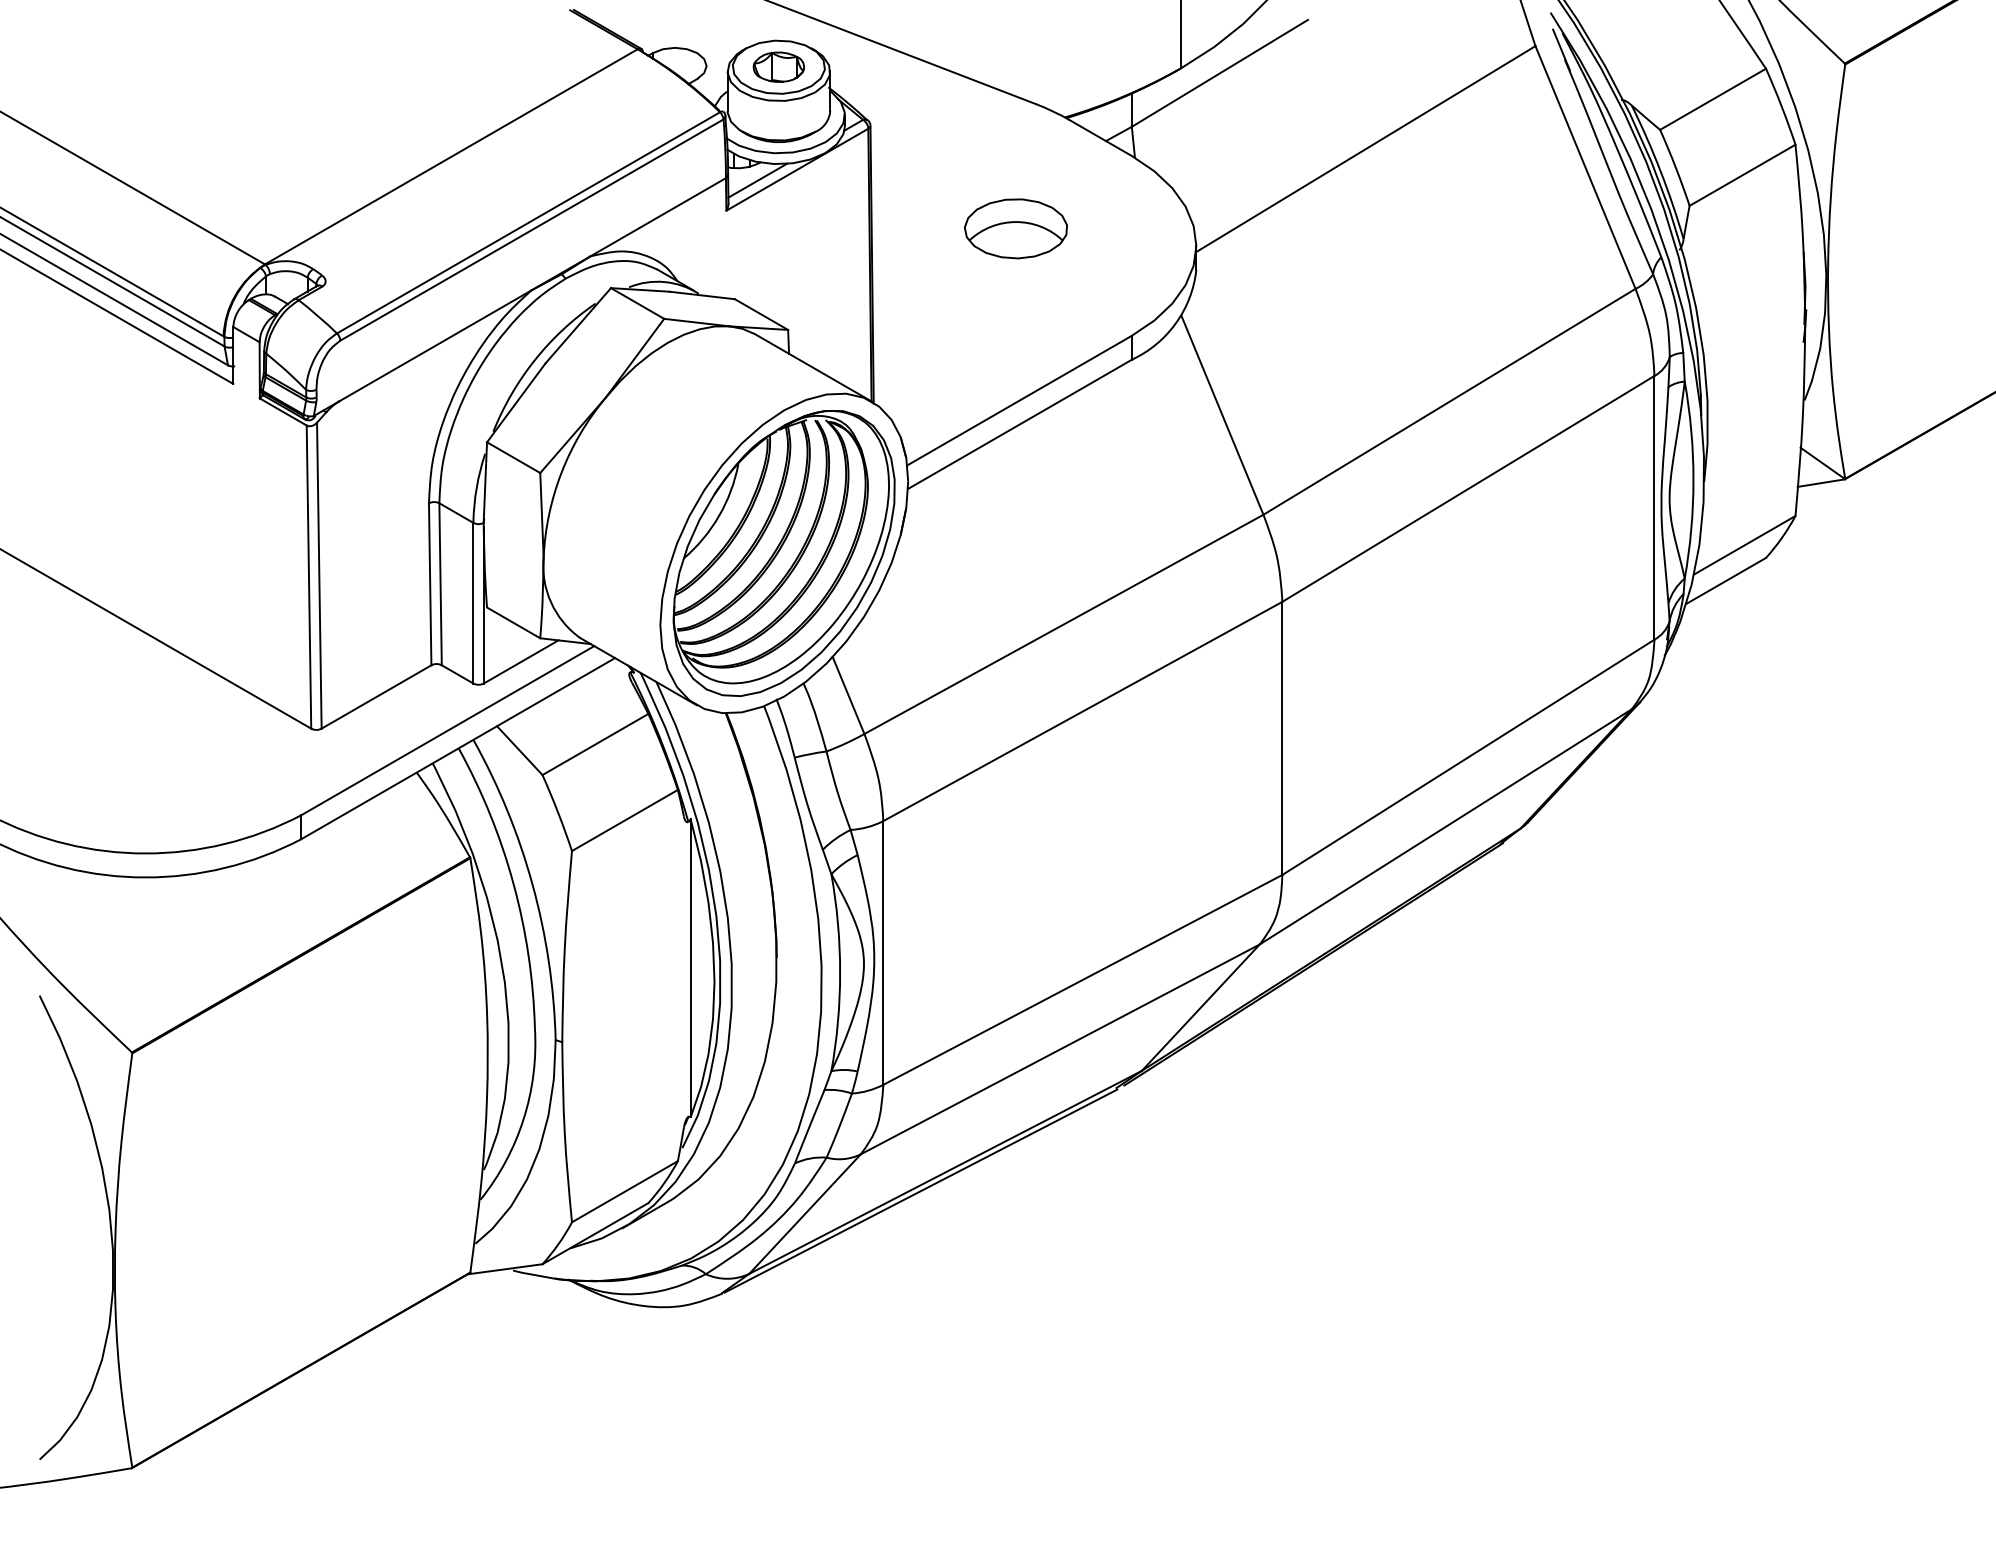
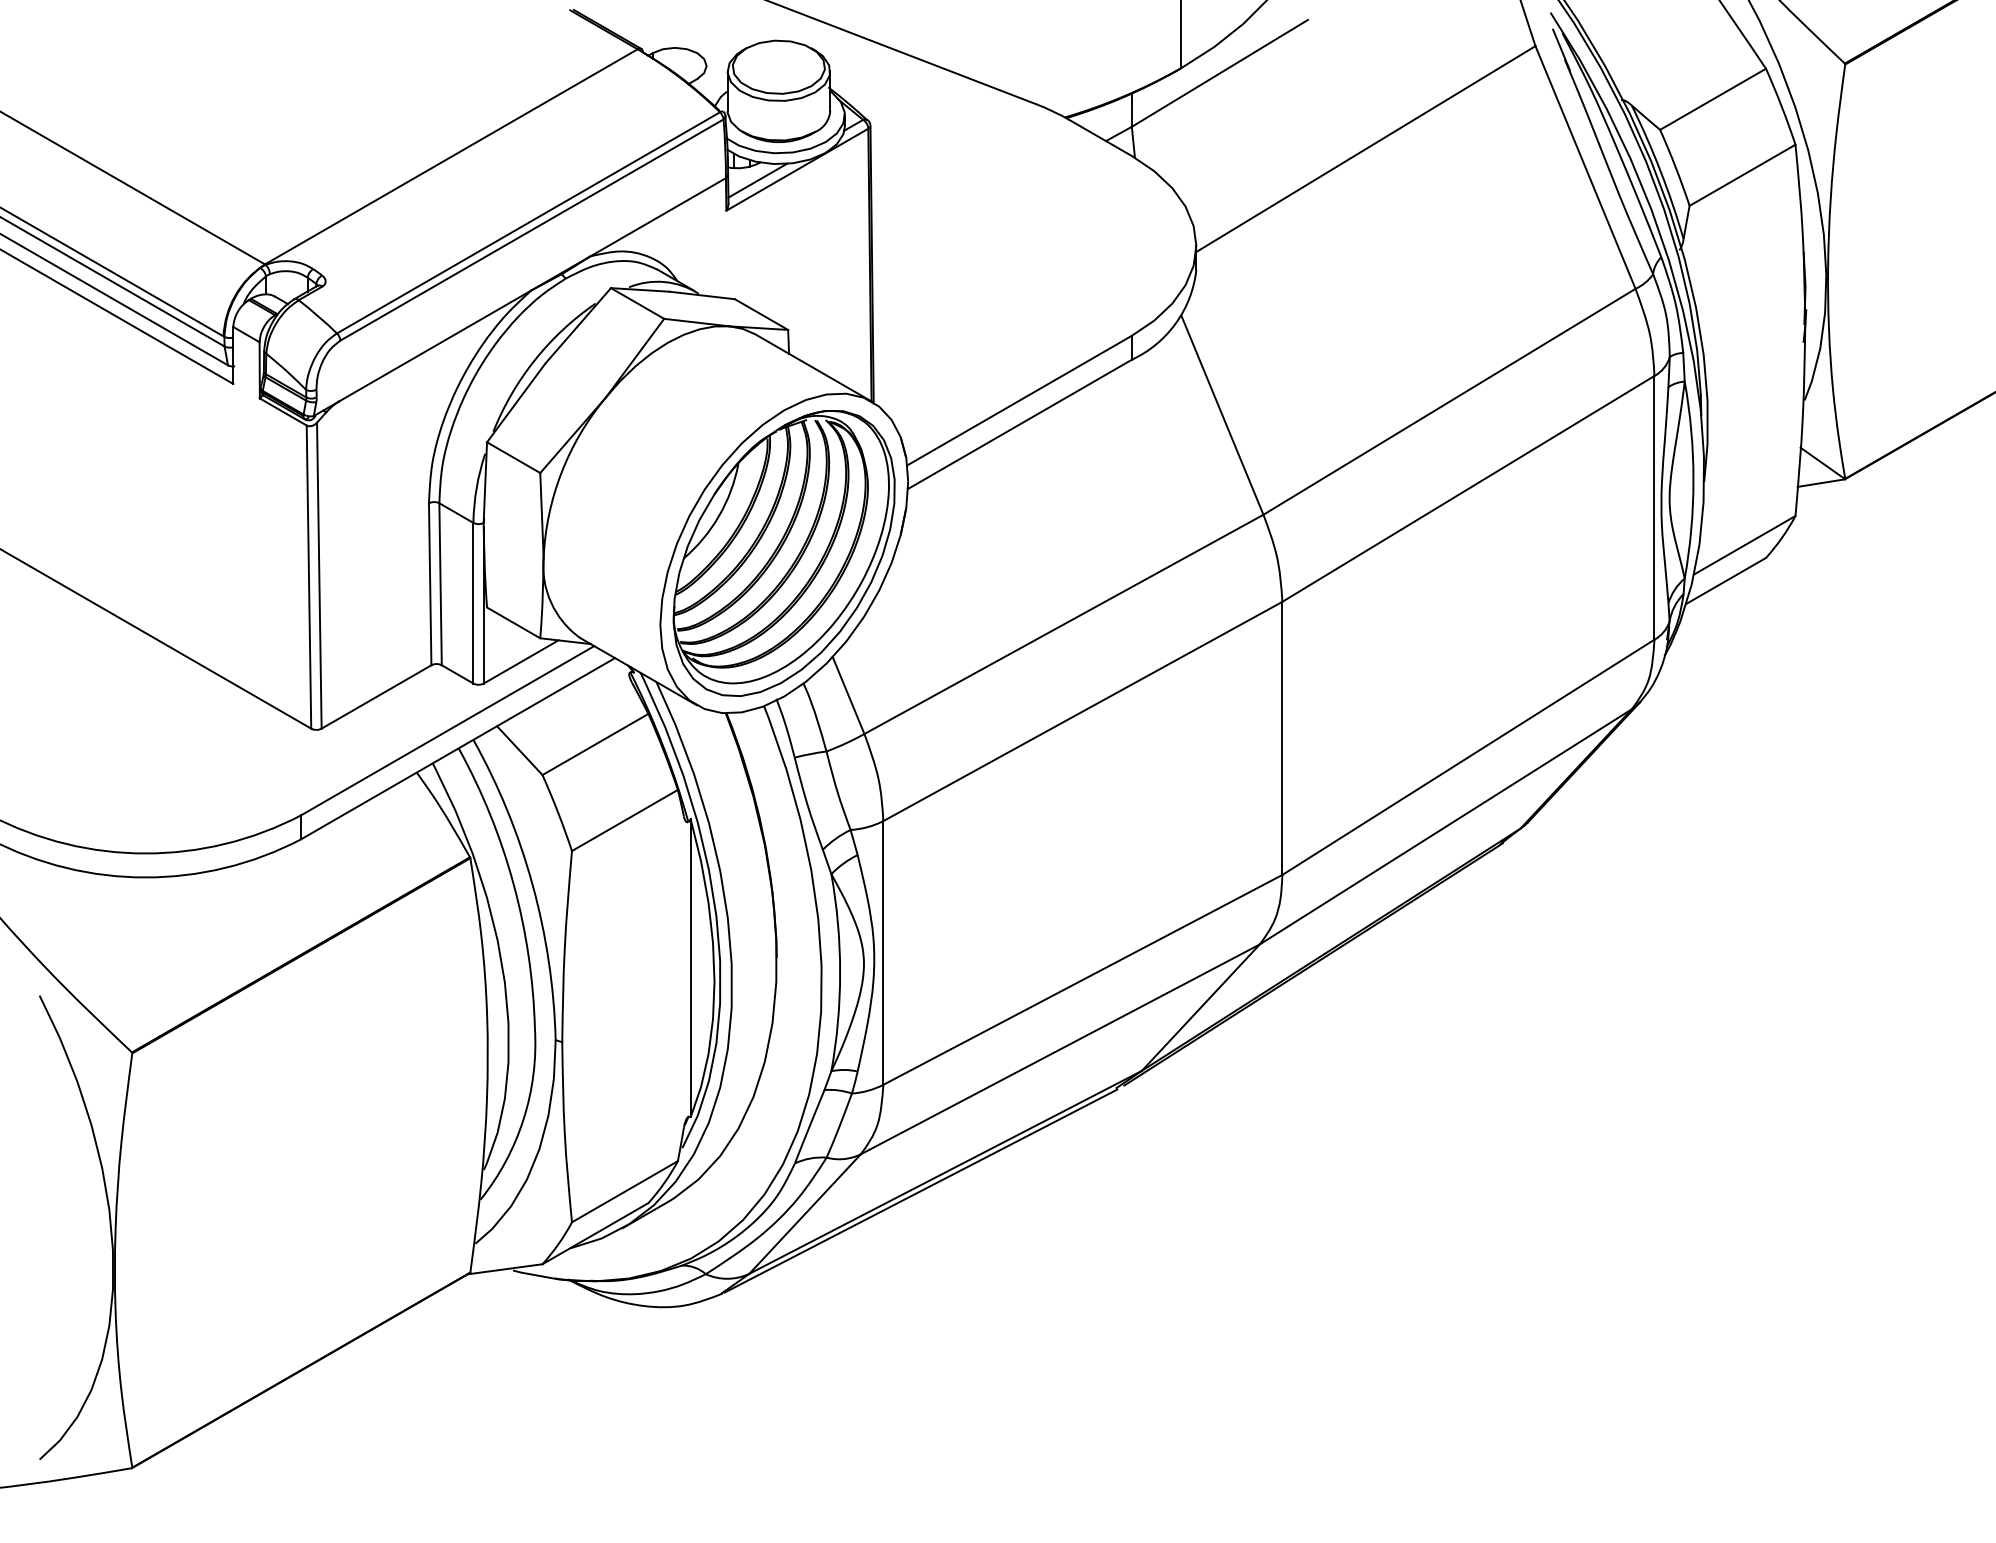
part at (778, 66): present -> none
part at (1015, 228): present -> none
